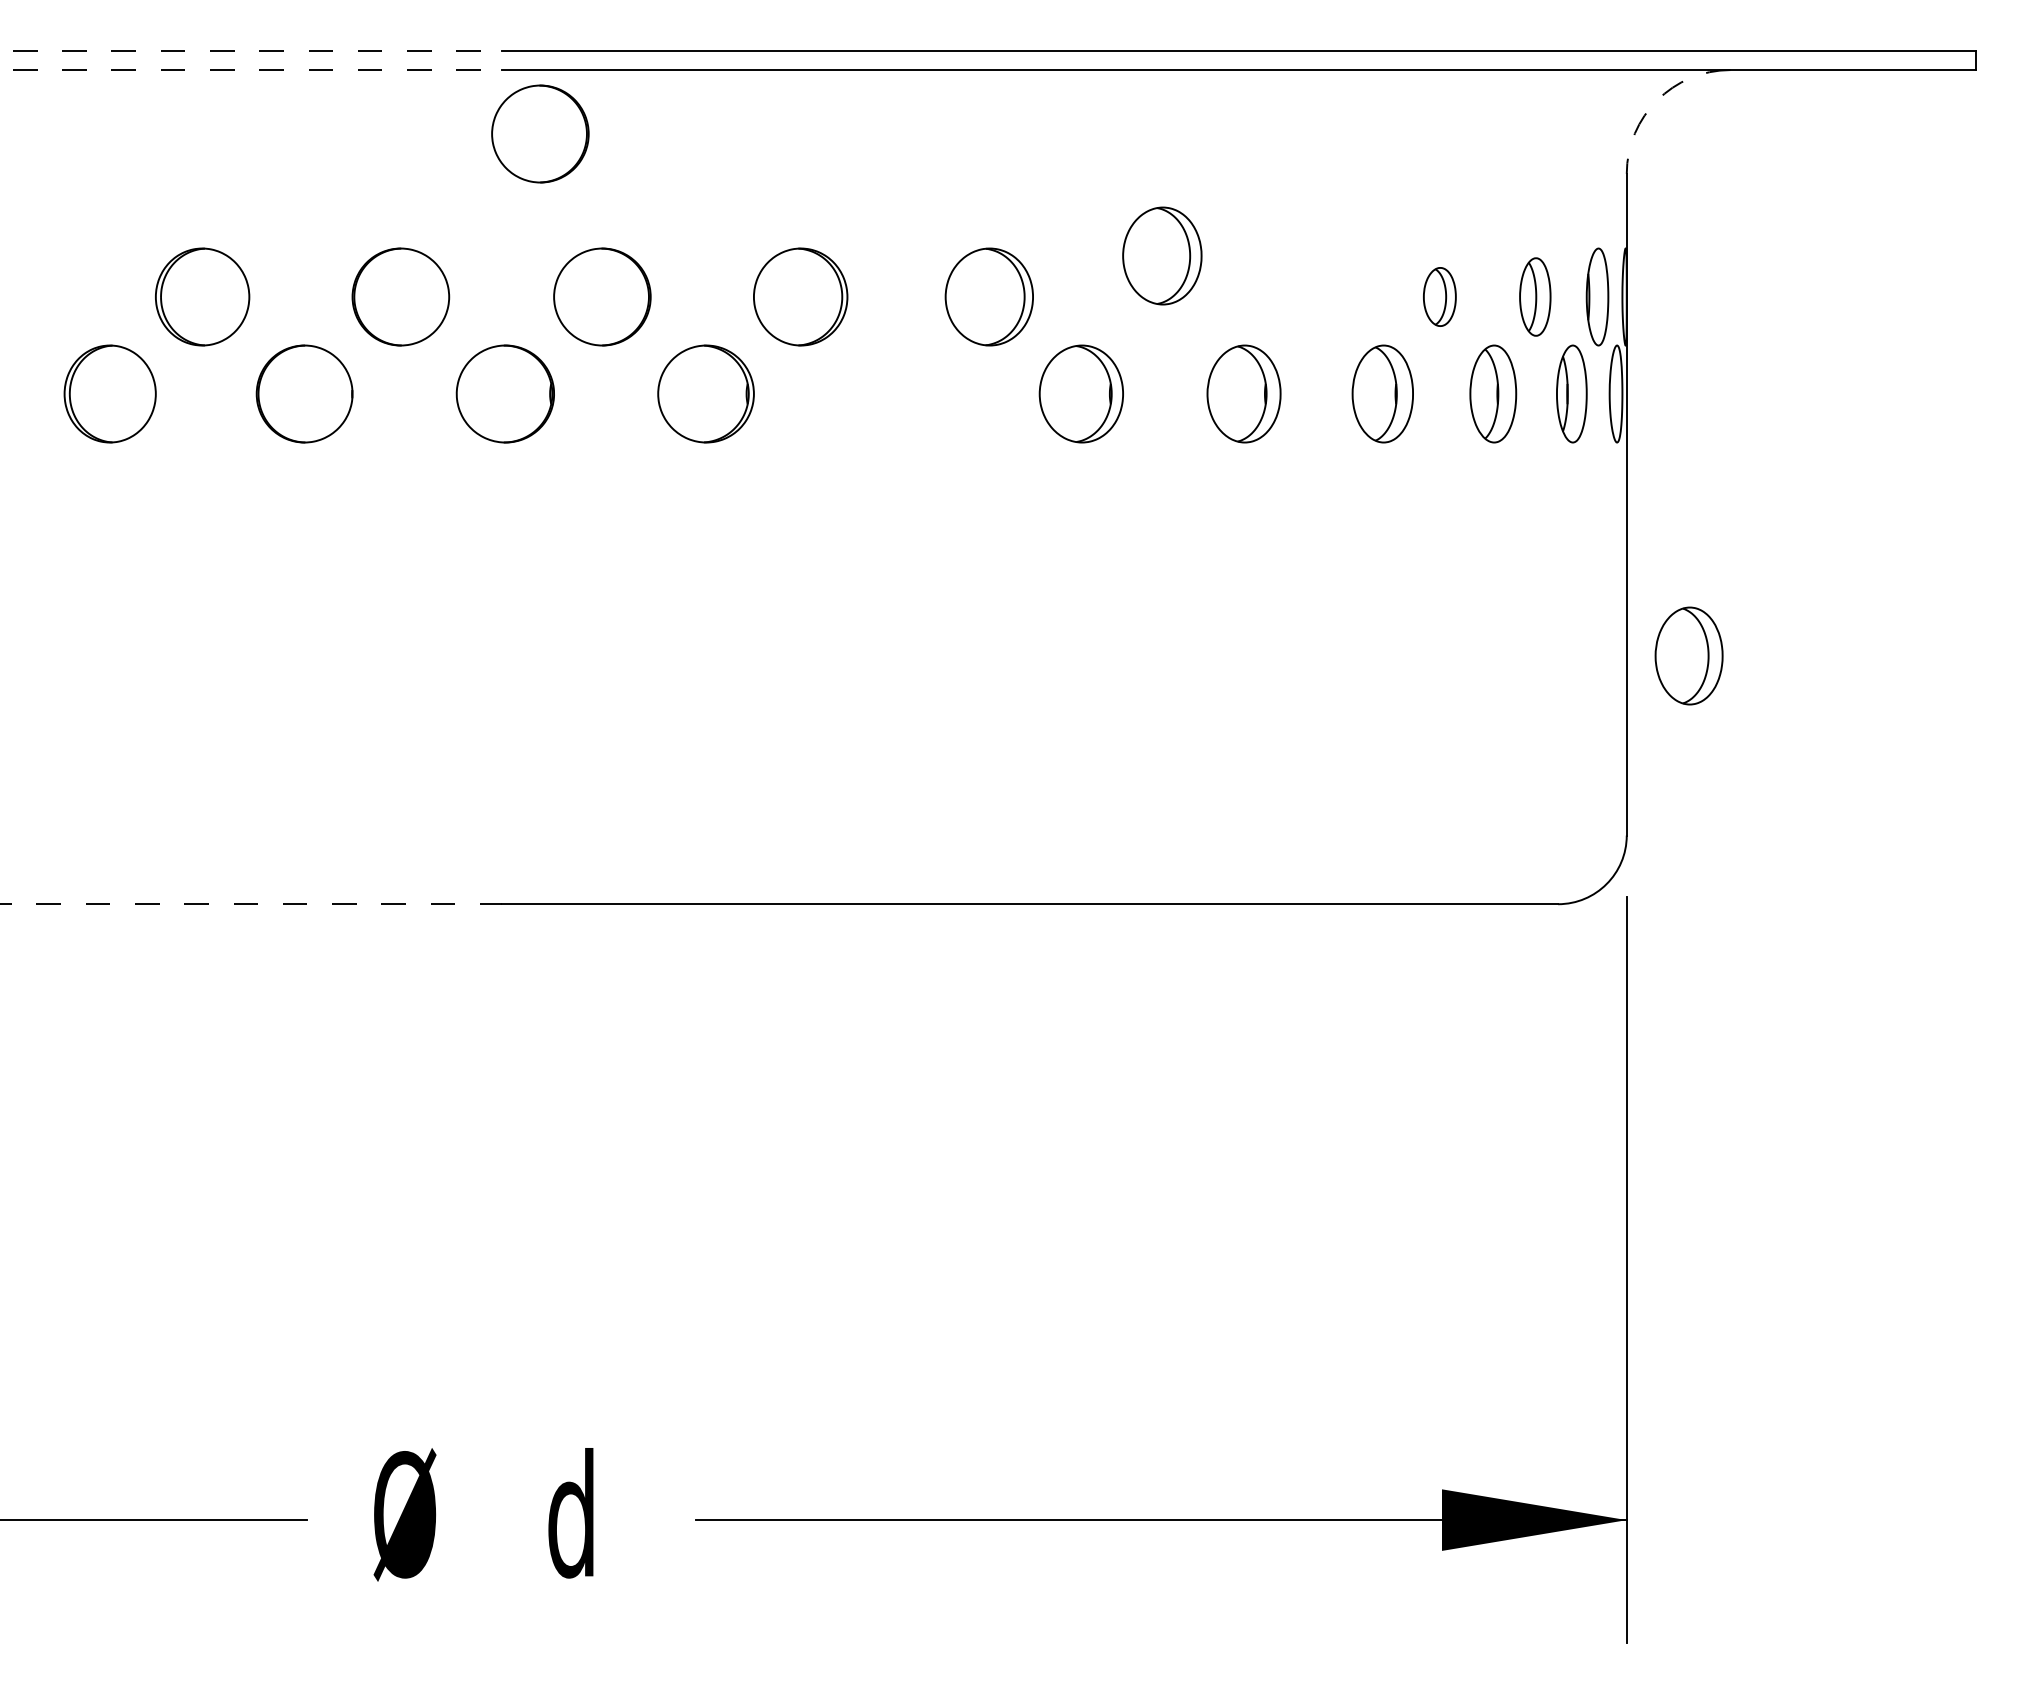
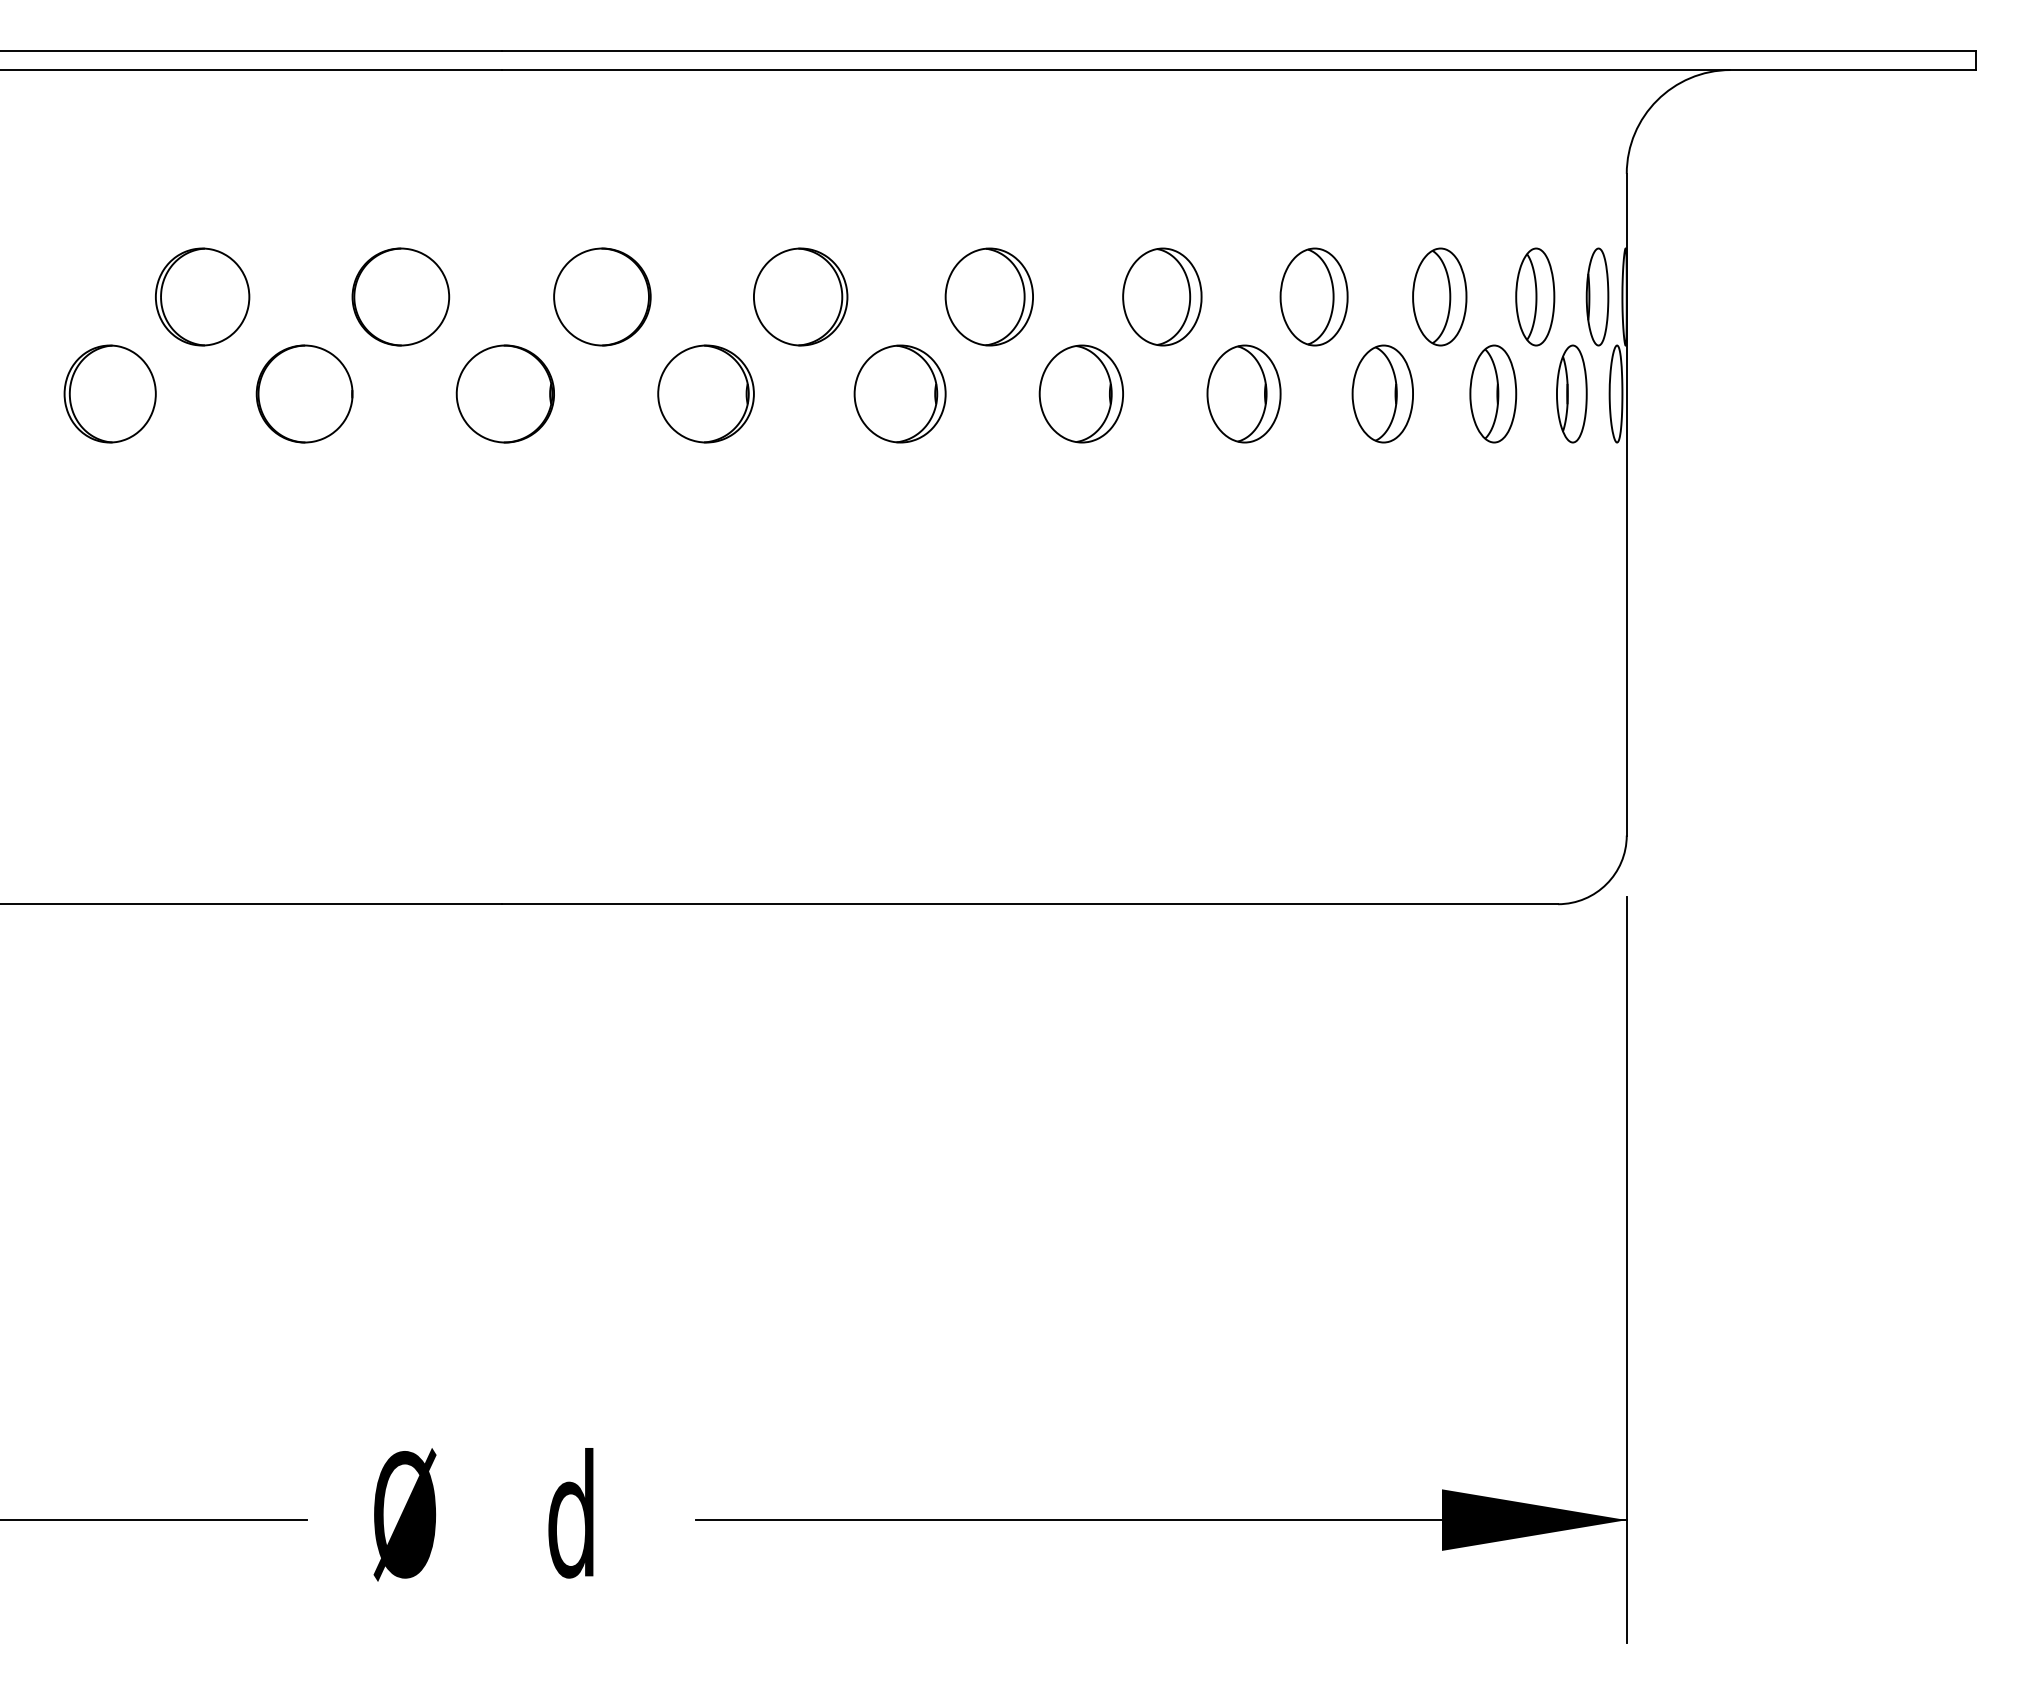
line at (251, 50): dashed -> solid
line at (251, 70): dashed -> solid
arc at (1657, 100): dashed -> solid
part at (540, 133): present -> none
part at (1162, 255) position: (1162, 255) -> (1162, 296)
part at (1439, 296) size: 34x60 px -> 56x100 px
part at (1535, 296) size: 33x80 px -> 41x100 px
part at (899, 393): none -> present
part at (1688, 655) position: (1688, 655) -> (1313, 296)
line at (251, 904): dashed -> solid
